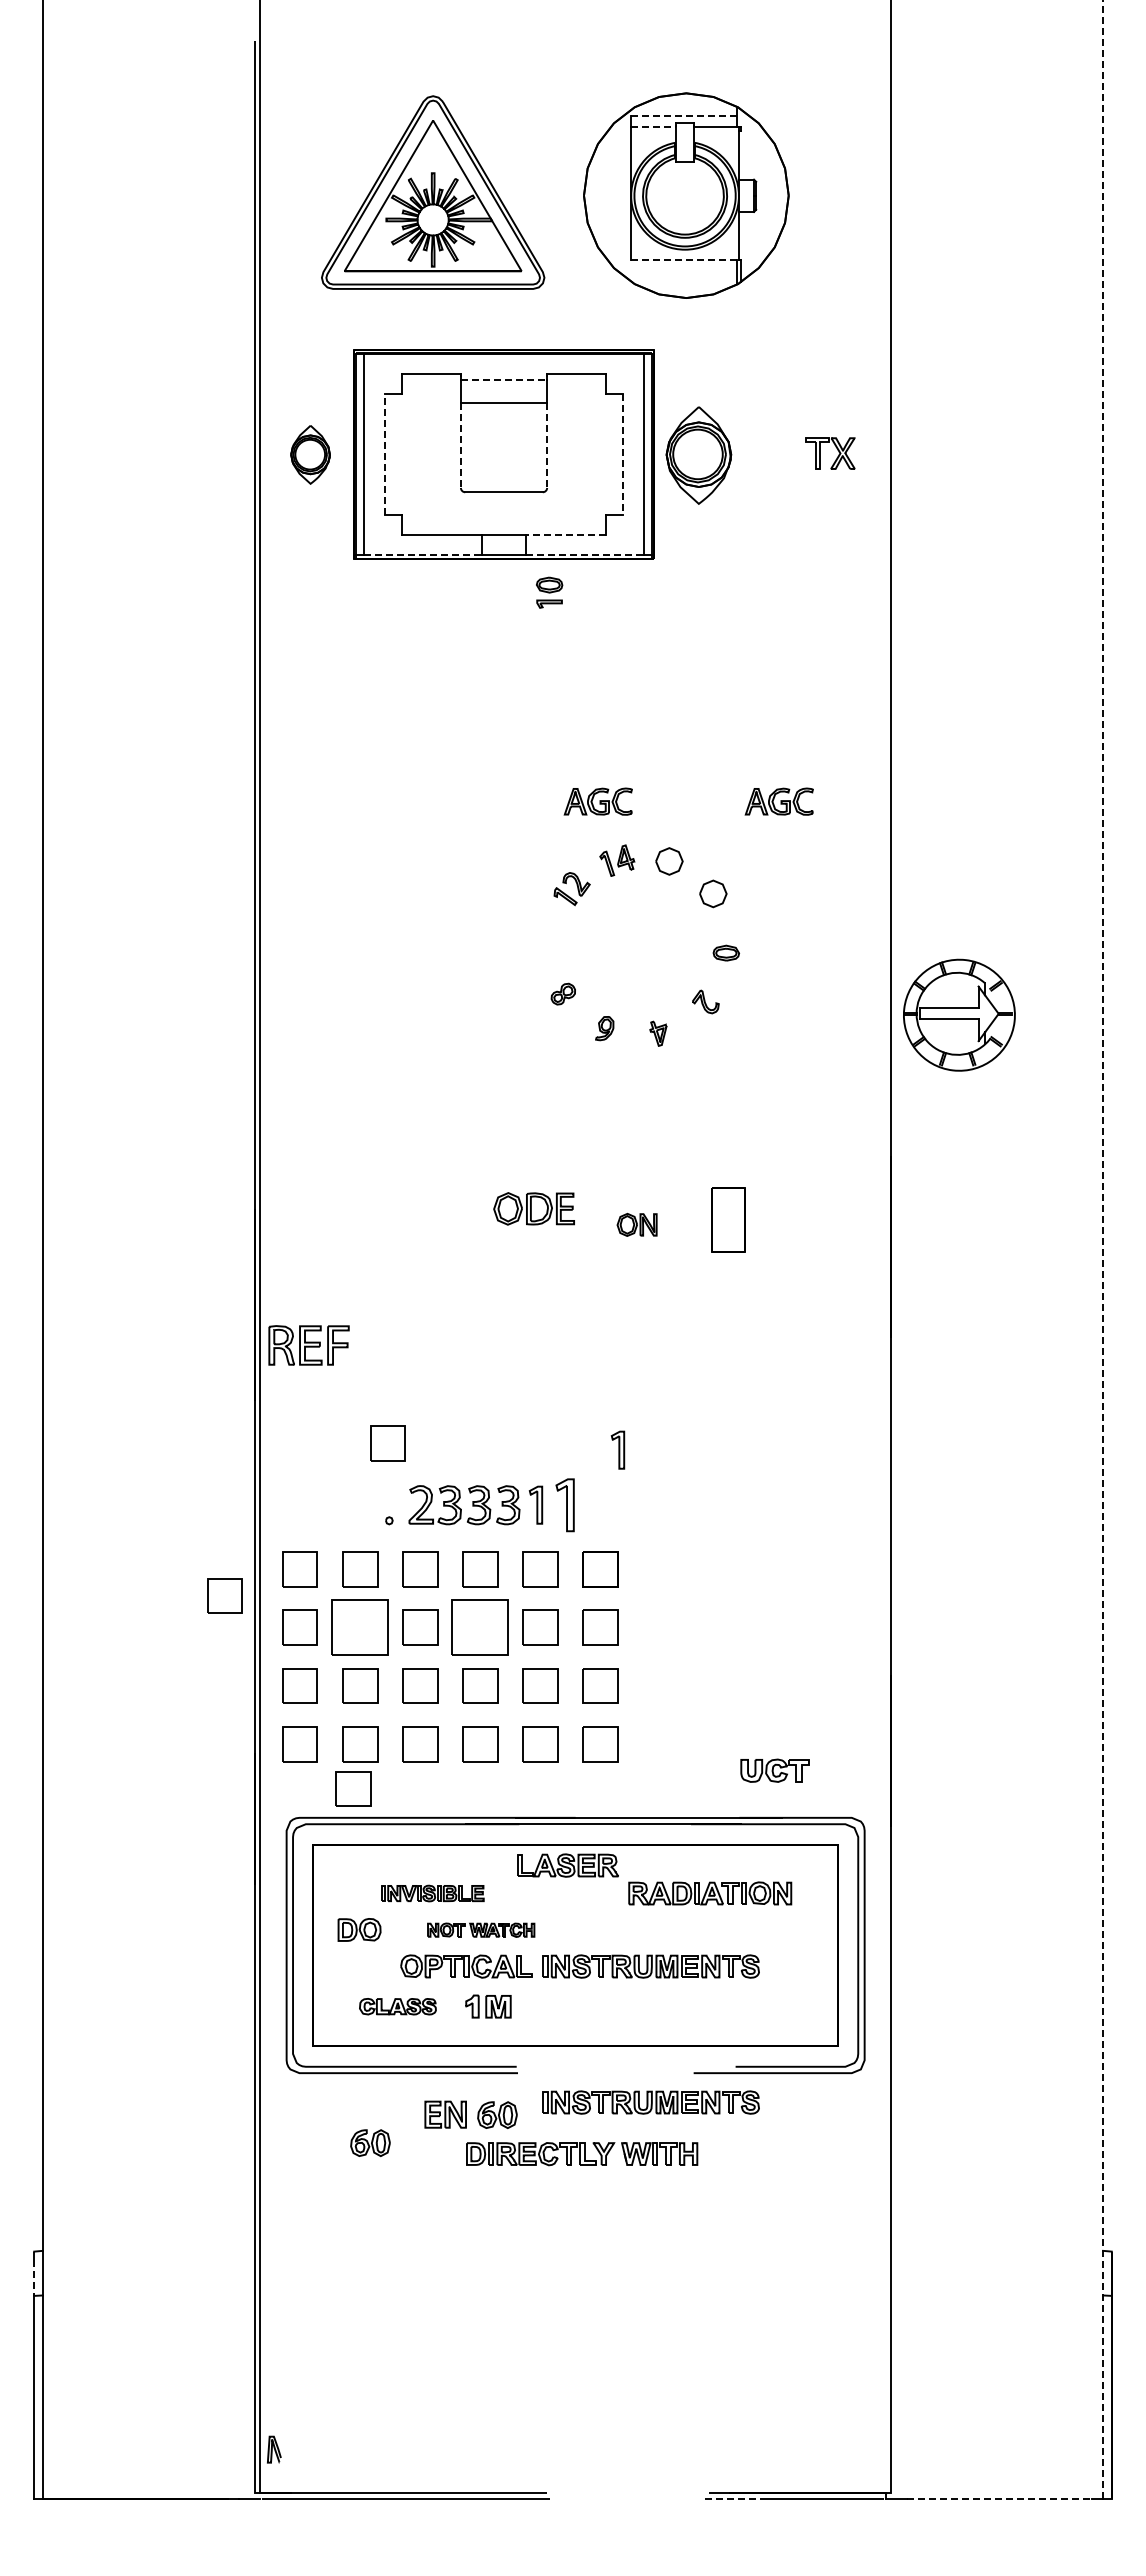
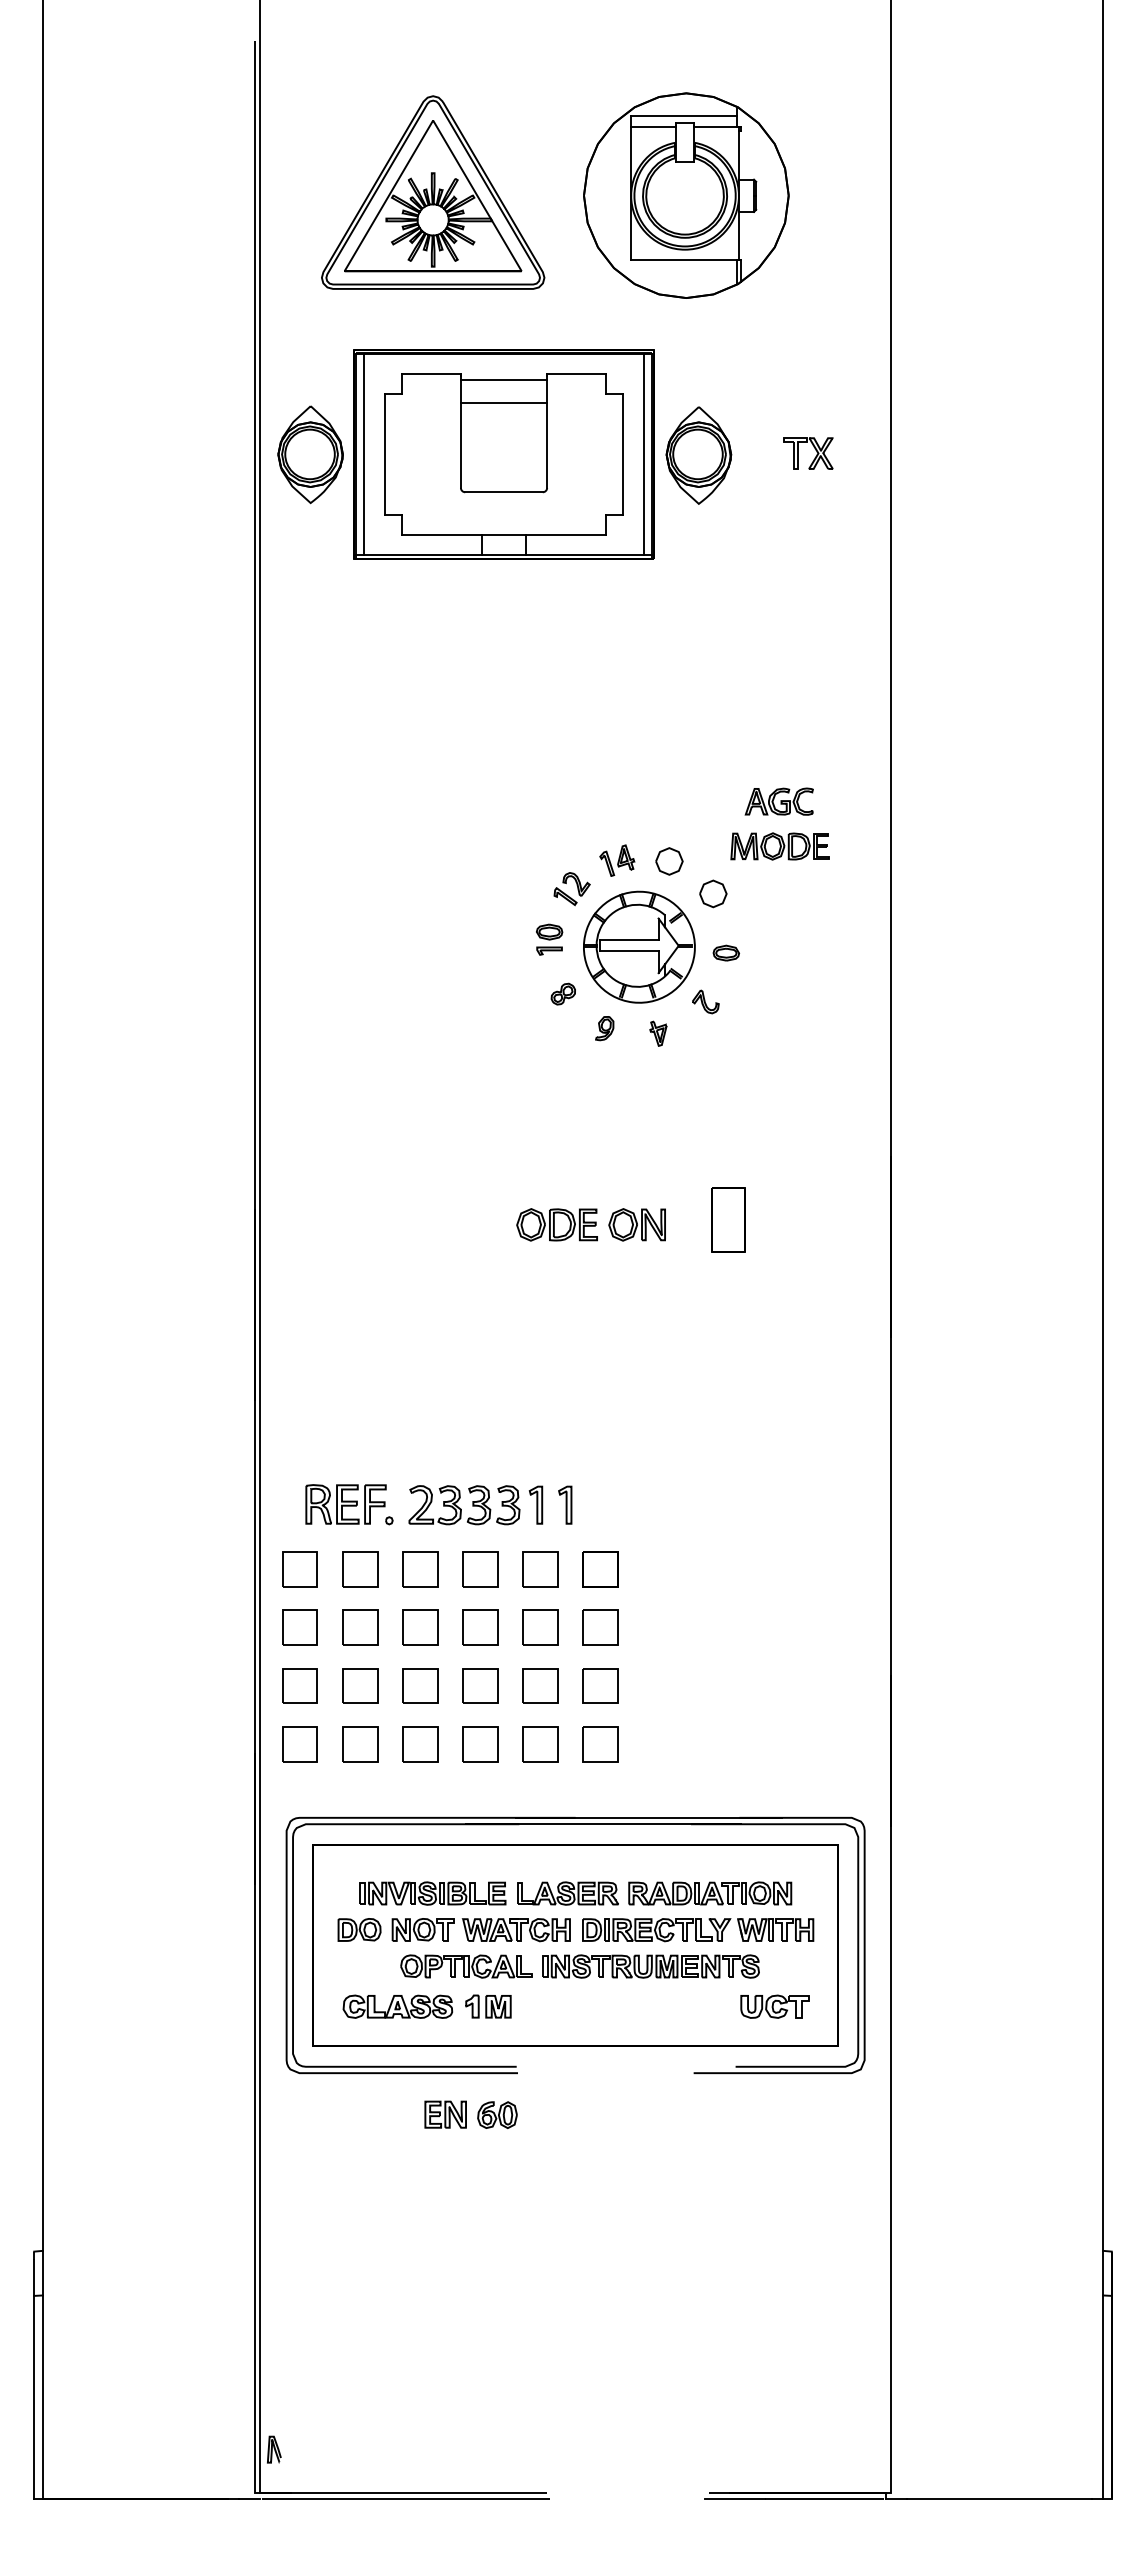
line at (683, 116): dashed -> solid
line at (654, 126): dashed -> solid
line at (685, 260): dashed -> solid
line at (504, 379): dashed -> solid
line at (460, 445): dashed -> solid
line at (547, 445): dashed -> solid
line at (385, 453): dashed -> solid
part at (310, 454) size: 41x60 px -> 67x100 px
line at (622, 454): dashed -> solid
part at (836, 457) position: (836, 457) -> (814, 457)
line at (565, 535): dashed -> solid
line at (423, 554): dashed -> solid
line at (584, 554): dashed -> solid
part at (549, 592) position: (549, 592) -> (549, 939)
part at (597, 801): present -> none
part at (779, 846): none -> present
part at (959, 1014) position: (959, 1014) -> (639, 946)
part at (533, 1208) position: (533, 1208) -> (556, 1224)
part at (636, 1224) size: 42x25 px -> 58x34 px
line at (1103, 1249): dashed -> solid
part at (308, 1345) position: (308, 1345) -> (345, 1504)
part at (387, 1443): present -> none
part at (617, 1449): present -> none
part at (564, 1505) size: 20x55 px -> 15x40 px
part at (224, 1595): present -> none
part at (359, 1627) size: 58x57 px -> 37x37 px
part at (479, 1627) size: 58x57 px -> 37x37 px
part at (774, 1770) position: (774, 1770) -> (774, 2006)
part at (353, 1788): present -> none
part at (567, 1865) position: (567, 1865) -> (567, 1893)
part at (432, 1893) size: 104x19 px -> 148x25 px
part at (481, 1929) size: 109x16 px -> 180x25 px
part at (397, 2006) size: 78x18 px -> 112x25 px
part at (650, 2102): present -> none
part at (370, 2142): present -> none
part at (582, 2154) position: (582, 2154) -> (698, 1930)
line at (34, 2278): dashed -> solid
line at (735, 2498): dashed -> solid
line at (999, 2498): dashed -> solid
